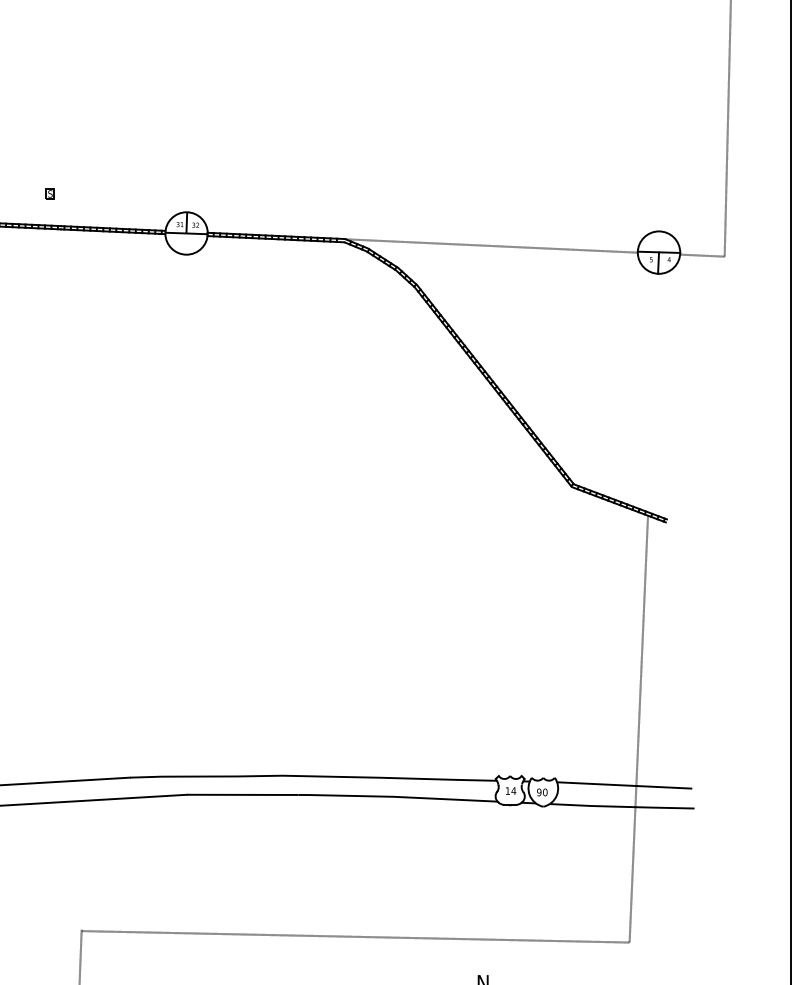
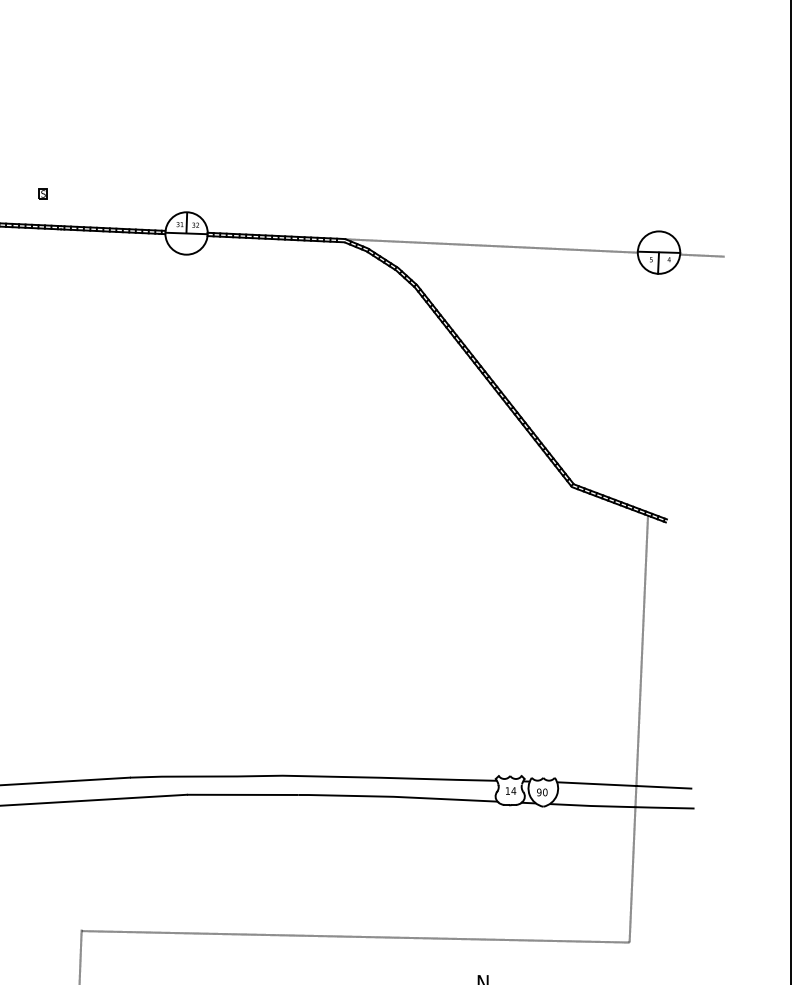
line at (727, 129): present -> none
part at (49, 193) position: (49, 193) -> (42, 193)
